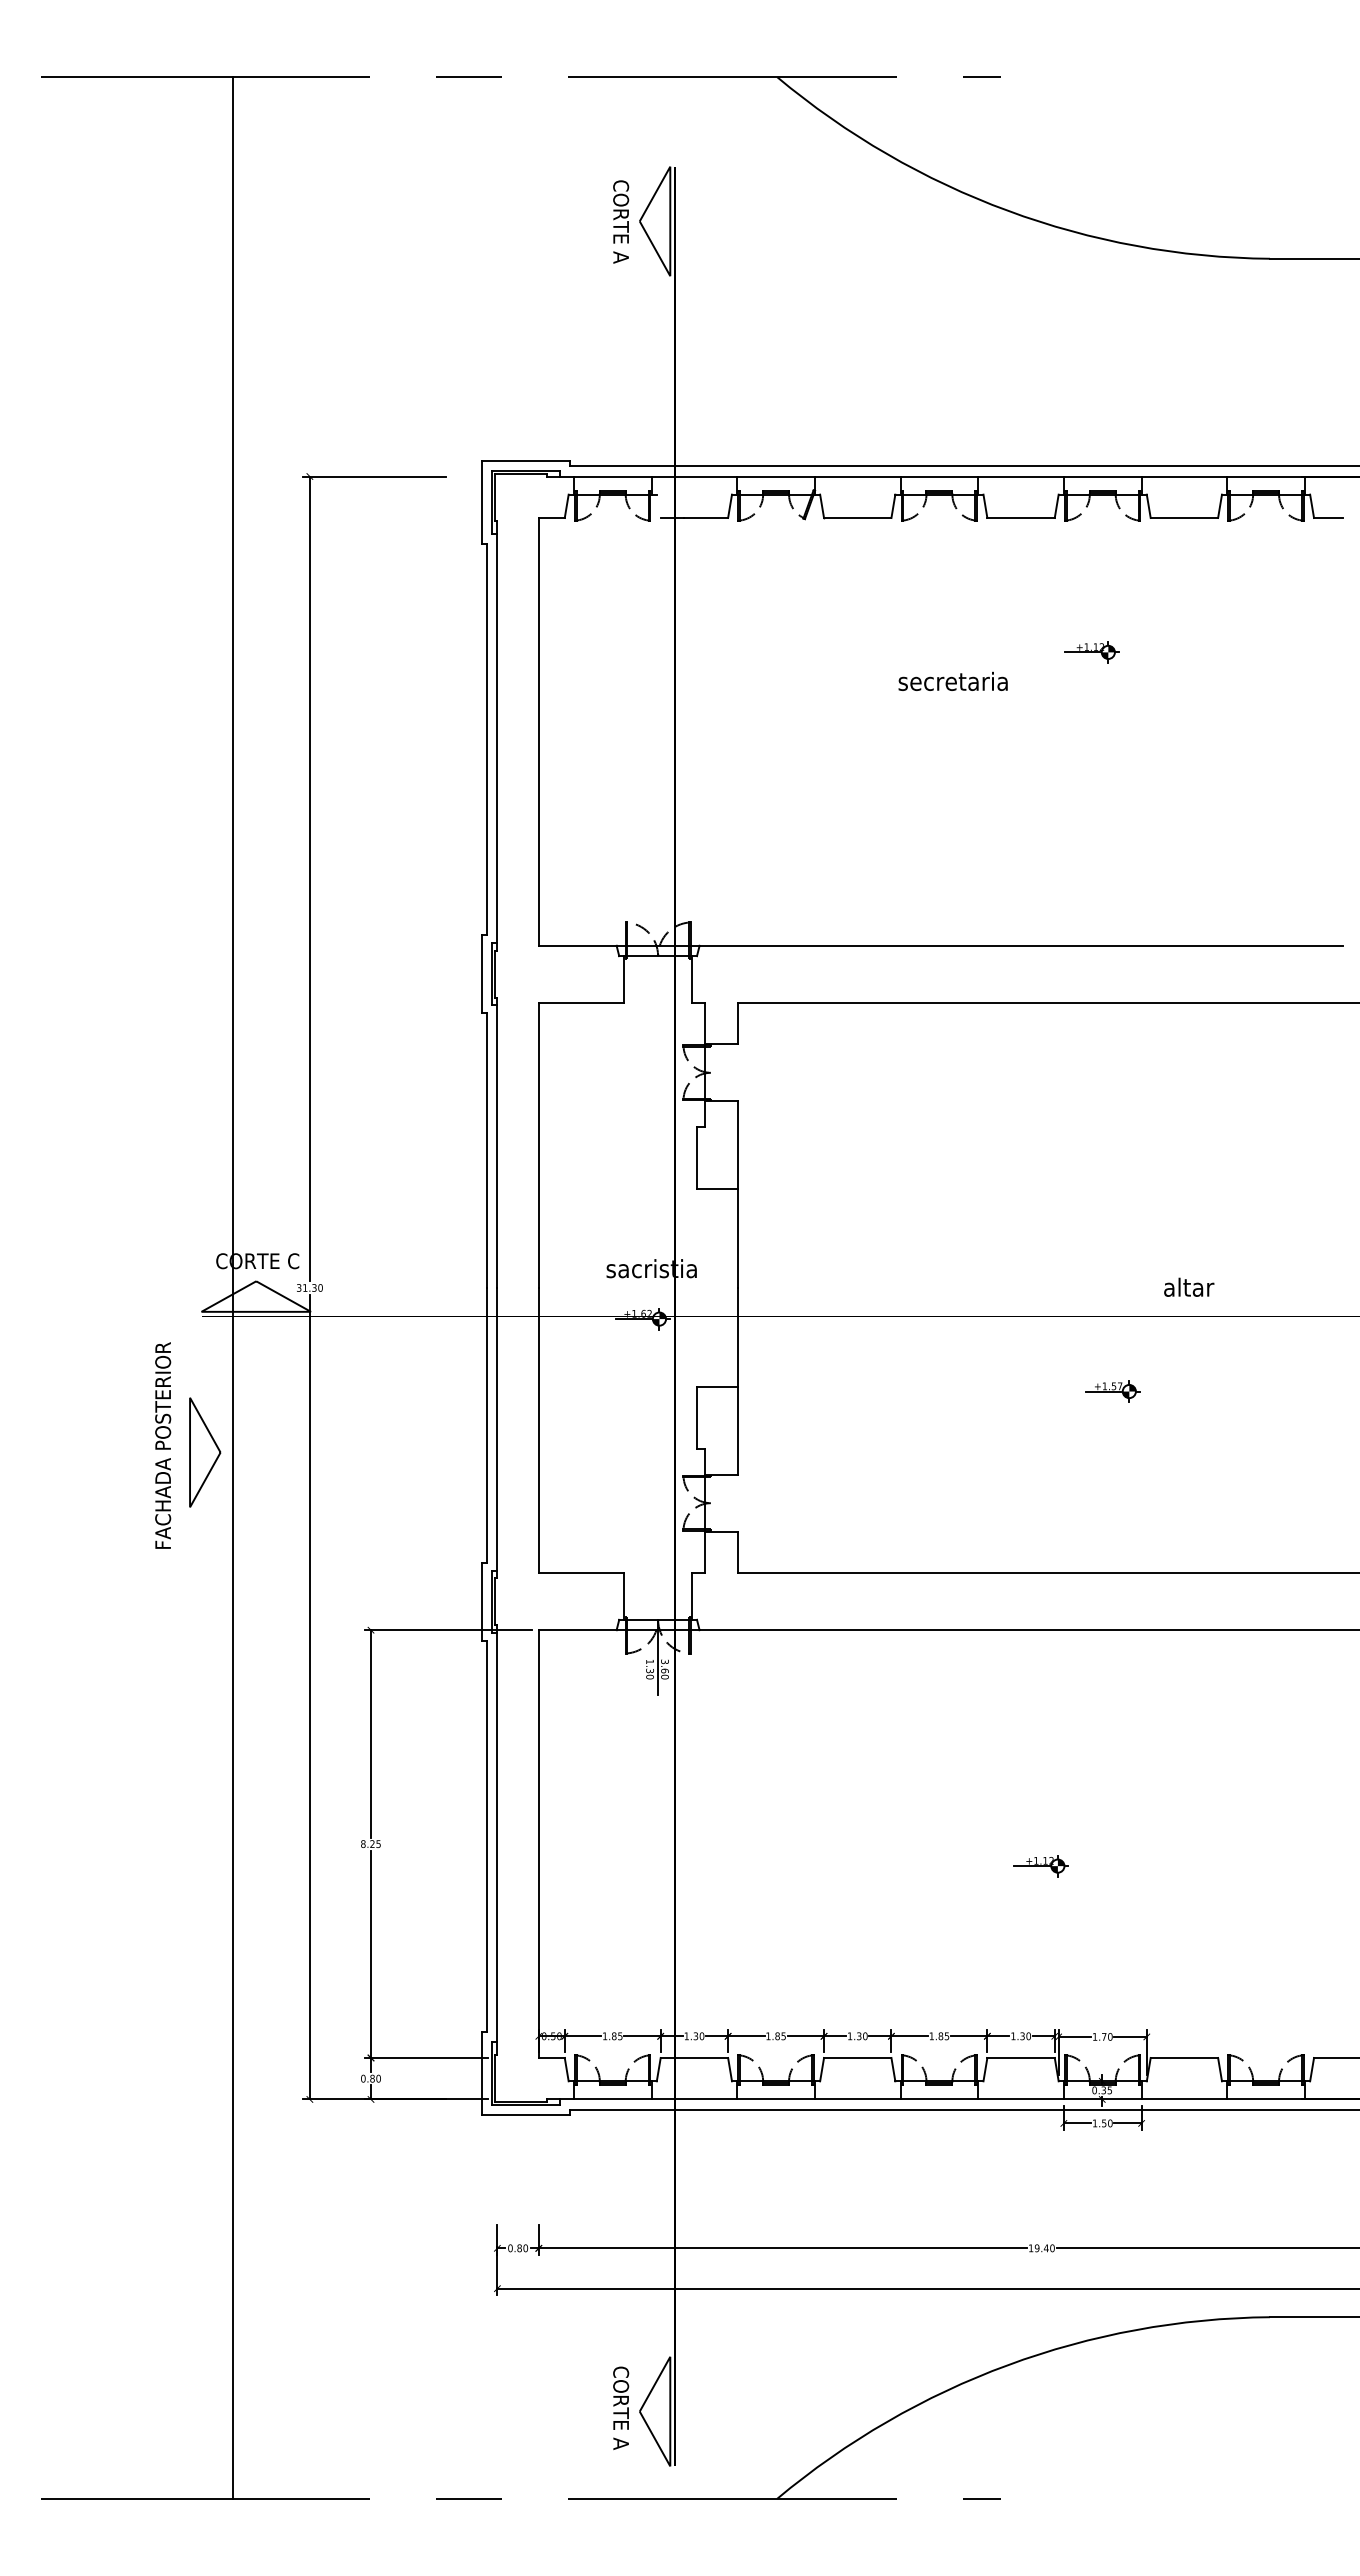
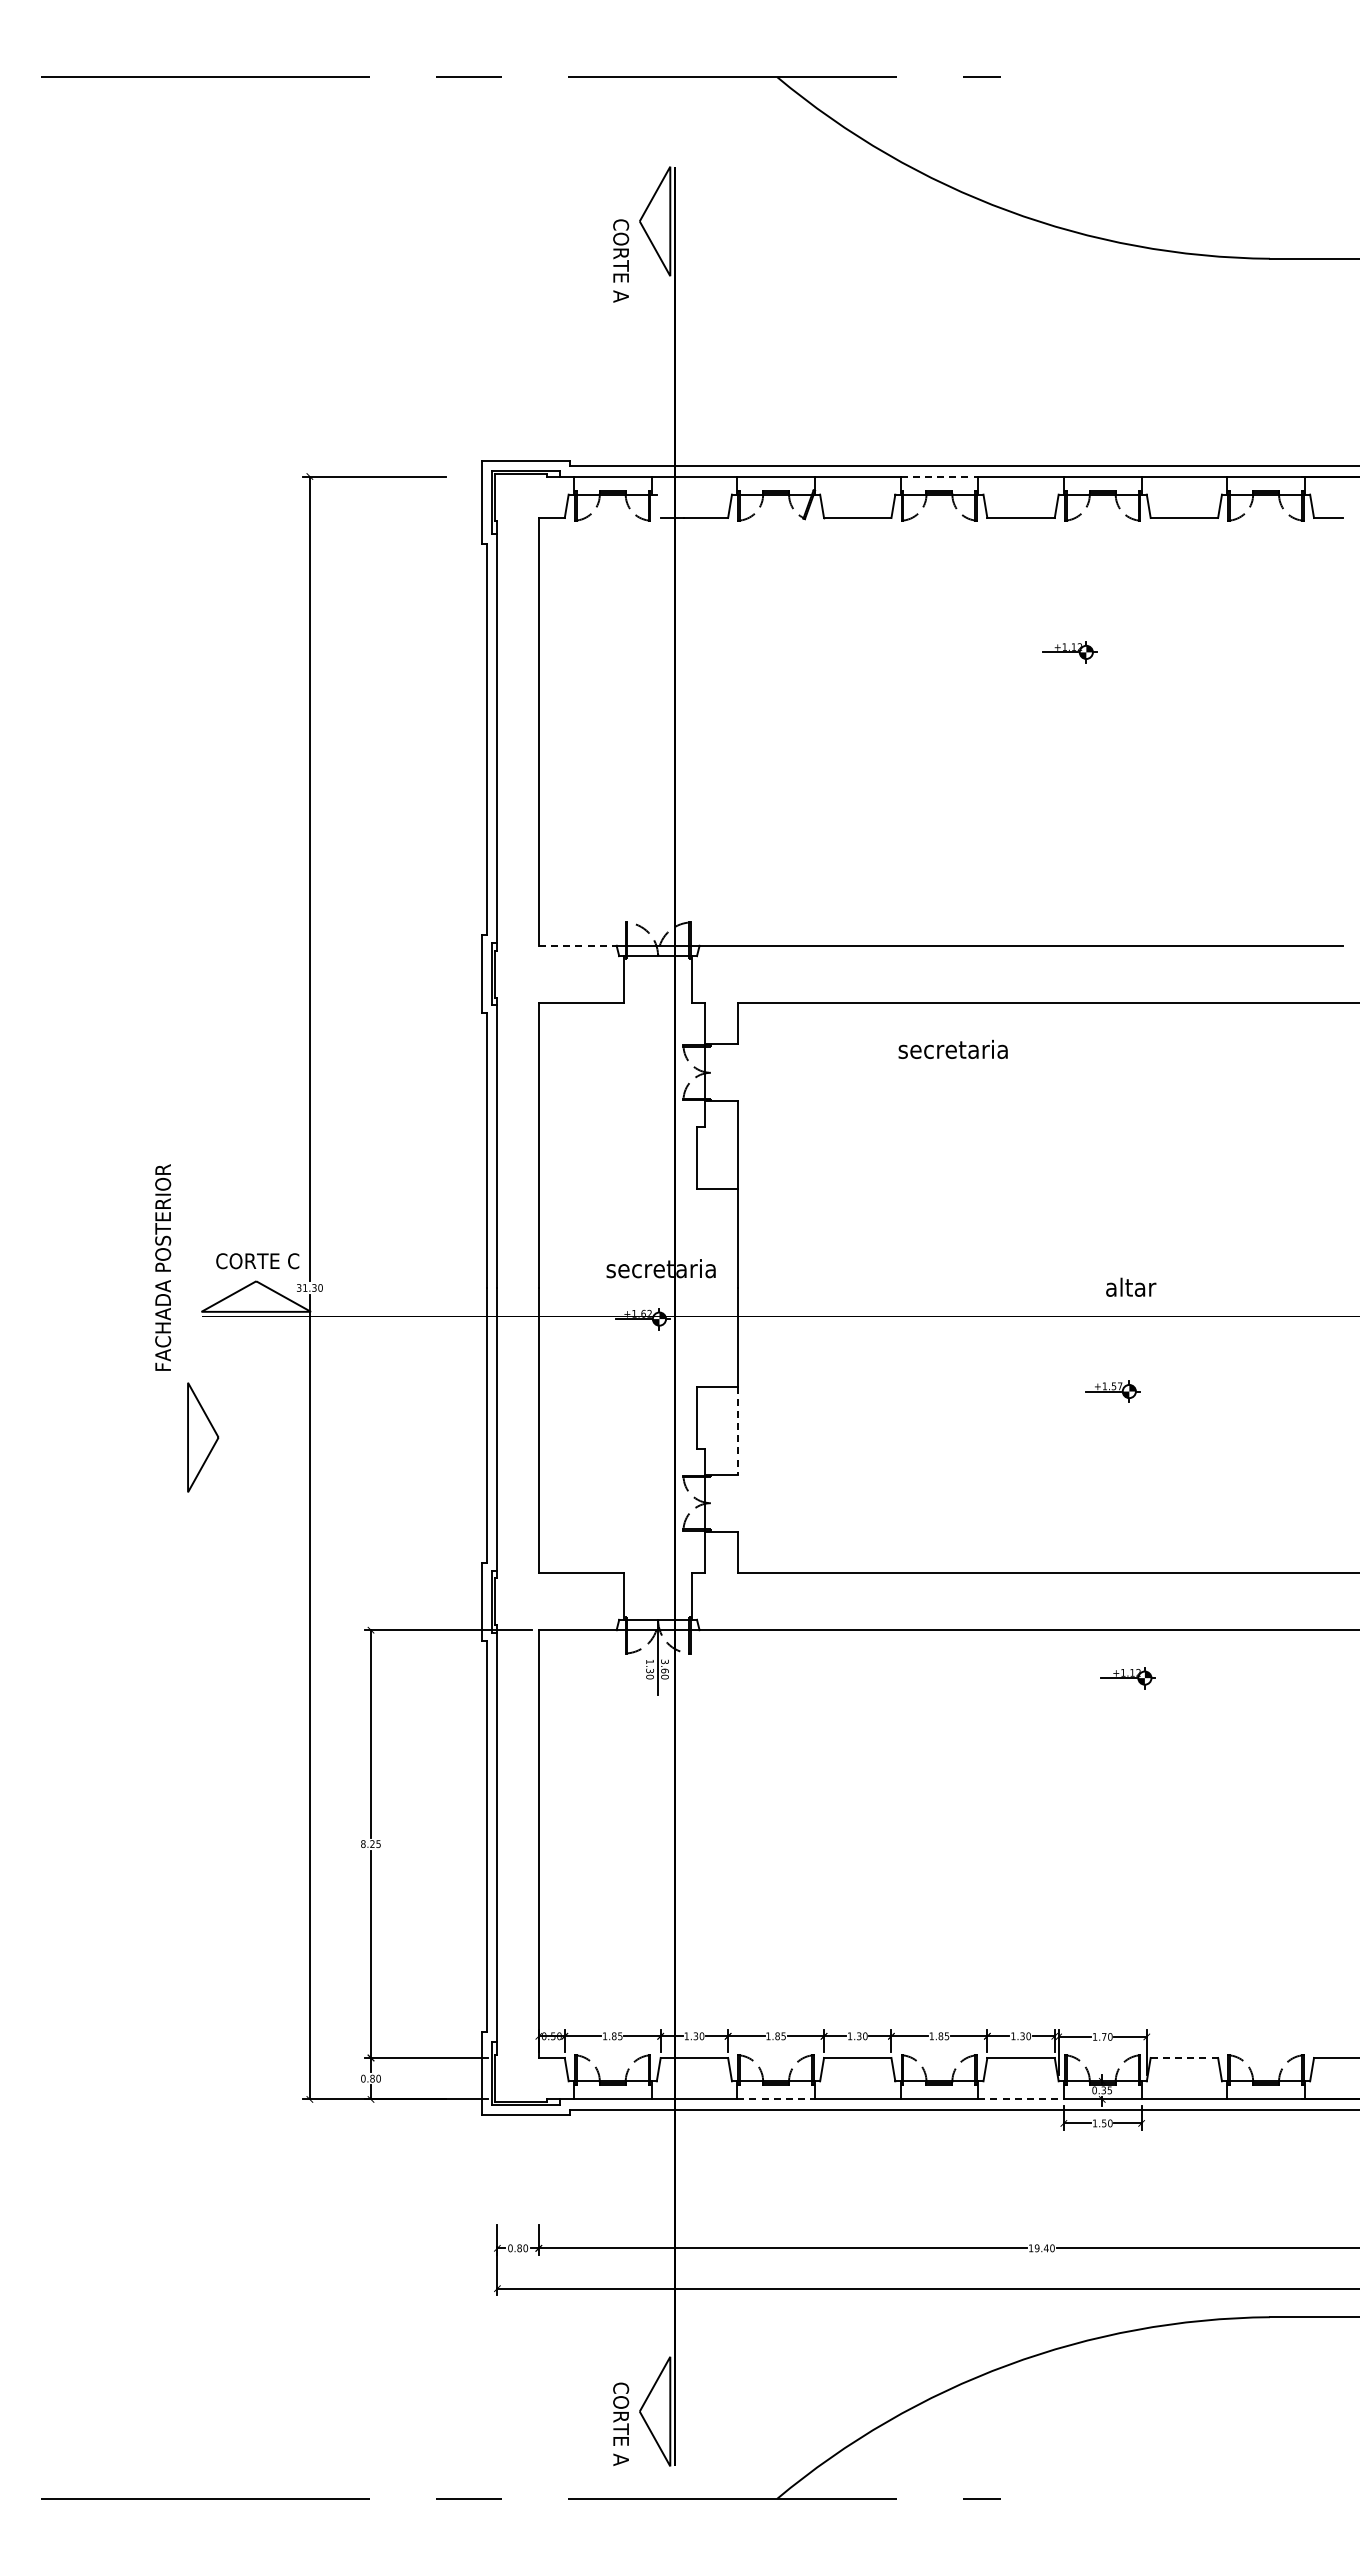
text at (621, 221) position: (621, 221) -> (621, 260)
line at (939, 476): solid -> dashed
part at (1091, 652) position: (1091, 652) -> (1069, 652)
text at (952, 680) position: (952, 680) -> (952, 1048)
line at (577, 945): solid -> dashed
text at (666, 1268): sacristia -> secretaria
text at (1189, 1286) position: (1189, 1286) -> (1131, 1286)
line at (232, 1287): present -> none
line at (738, 1431): solid -> dashed
text at (163, 1445) position: (163, 1445) -> (163, 1267)
part at (205, 1452) position: (205, 1452) -> (203, 1437)
part at (1040, 1866) position: (1040, 1866) -> (1127, 1678)
line at (1184, 2057): solid -> dashed
line at (776, 2099): solid -> dashed
line at (1021, 2099): solid -> dashed
text at (621, 2407) position: (621, 2407) -> (621, 2423)
